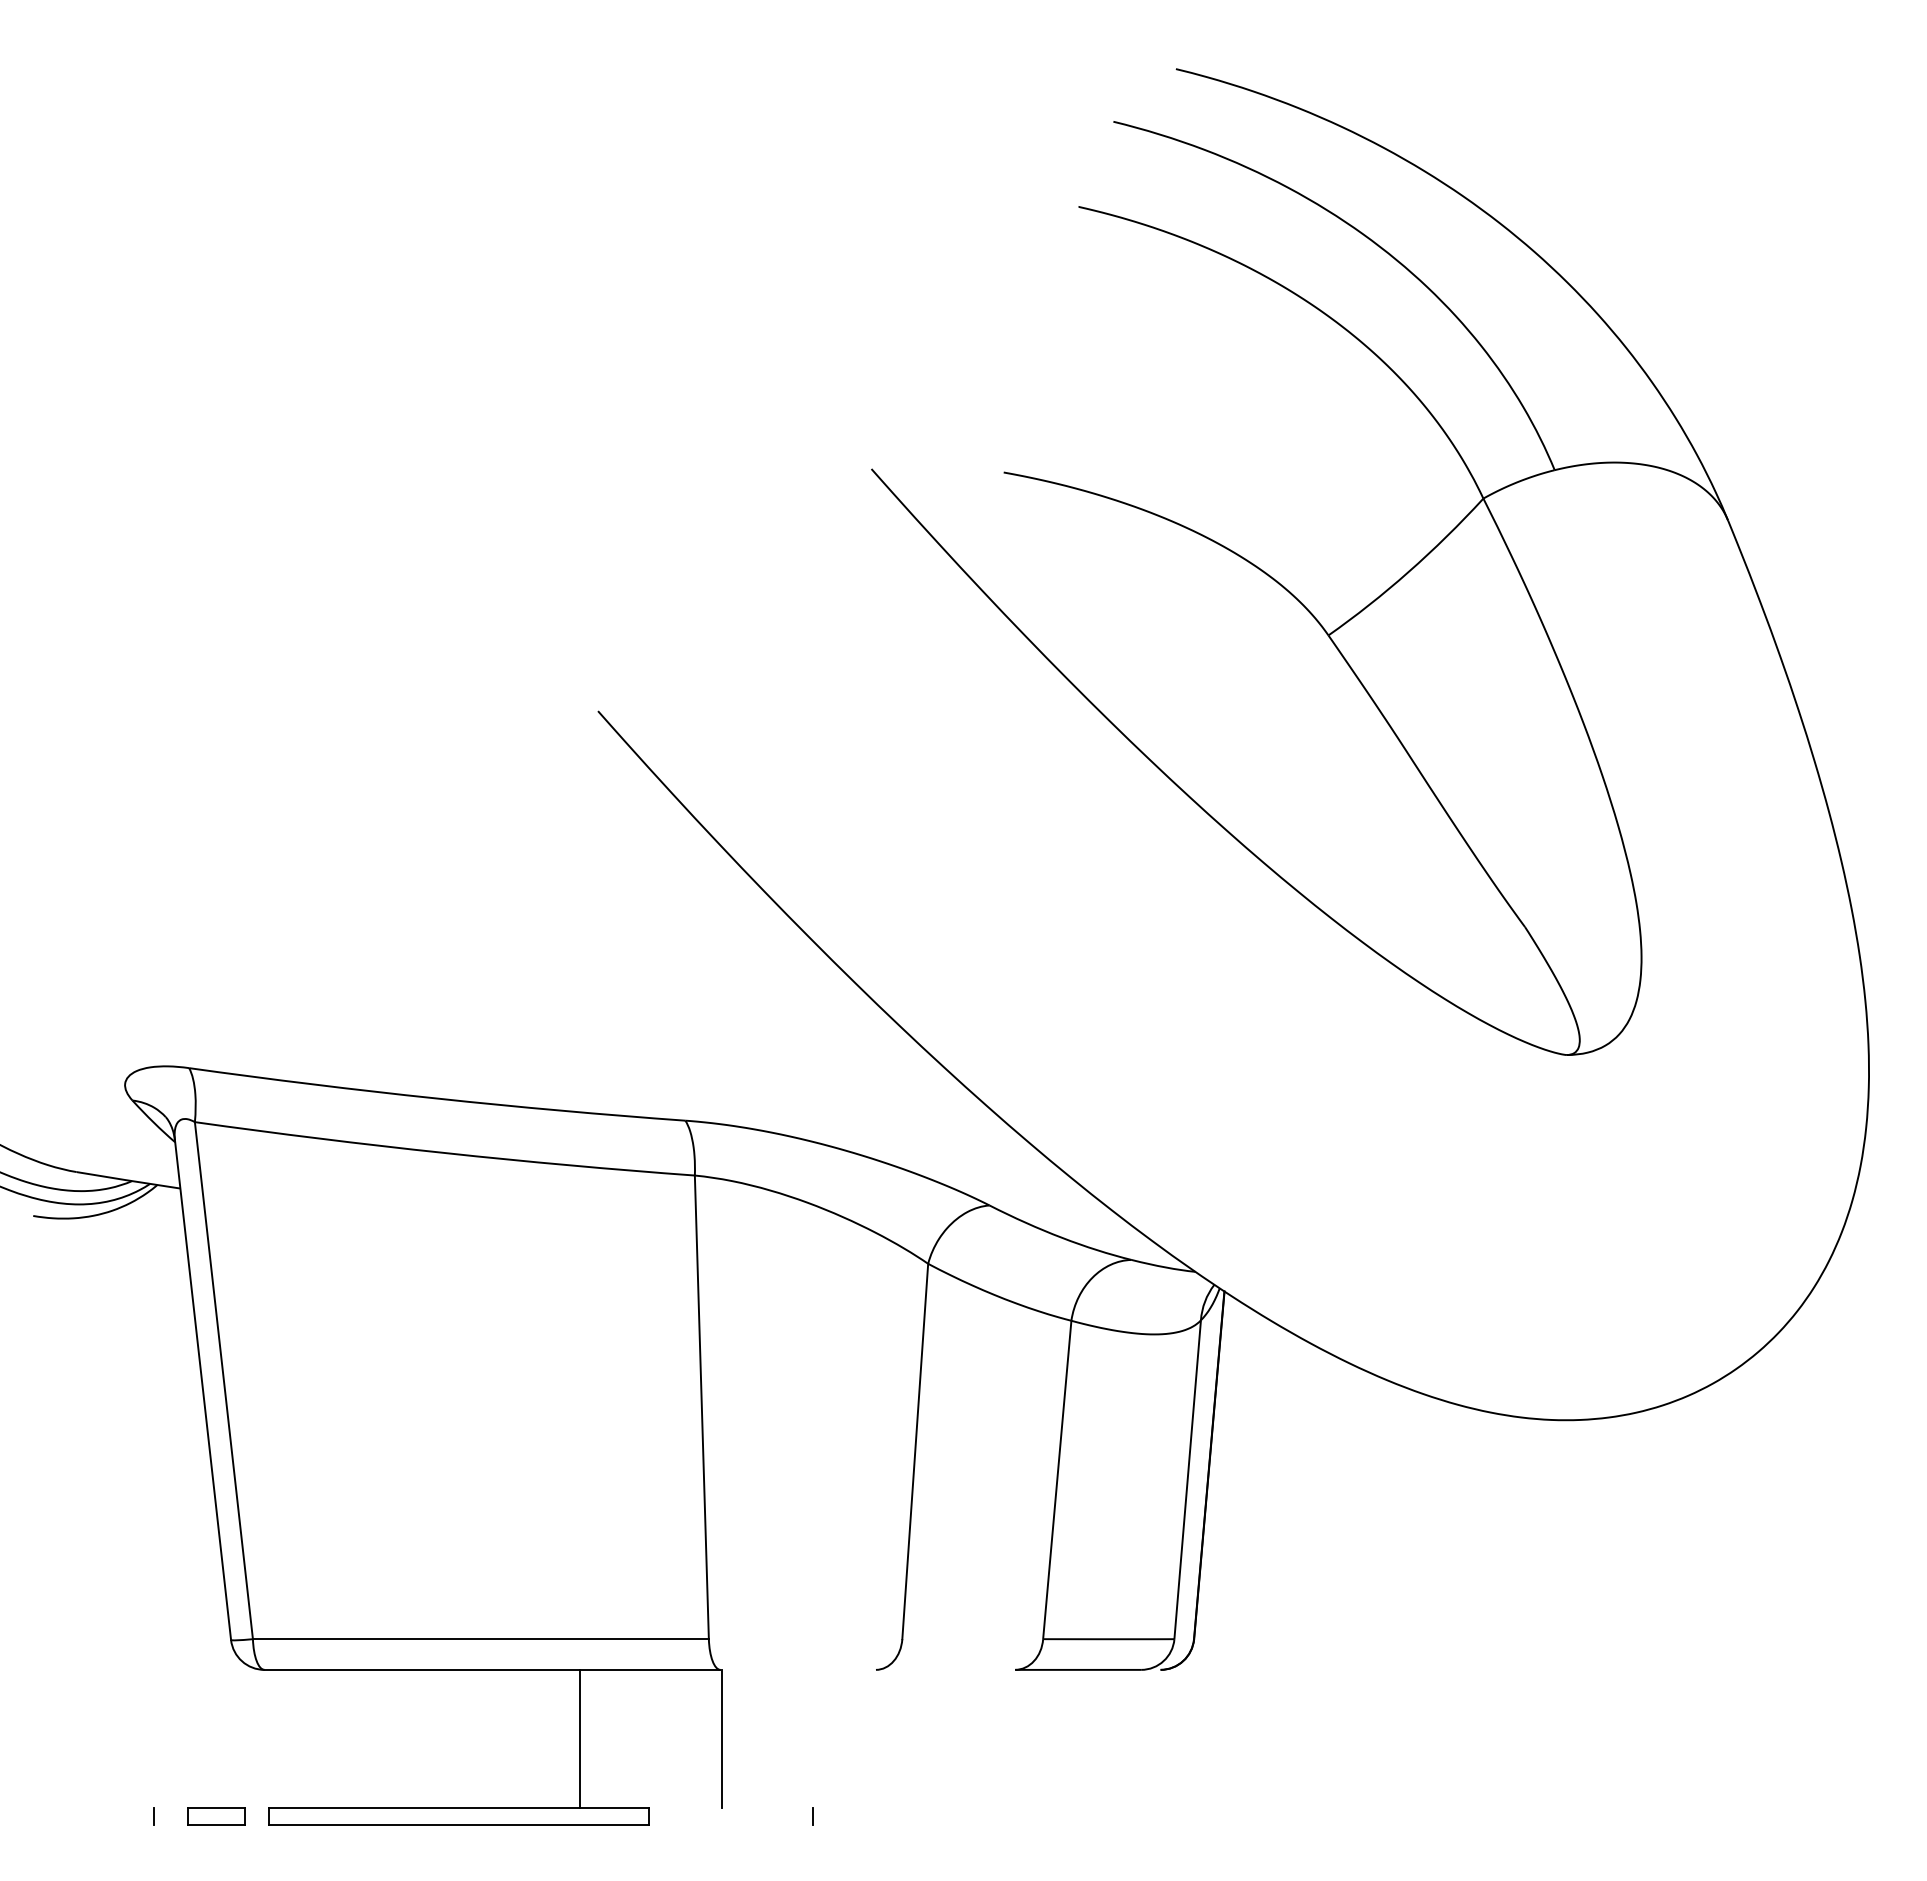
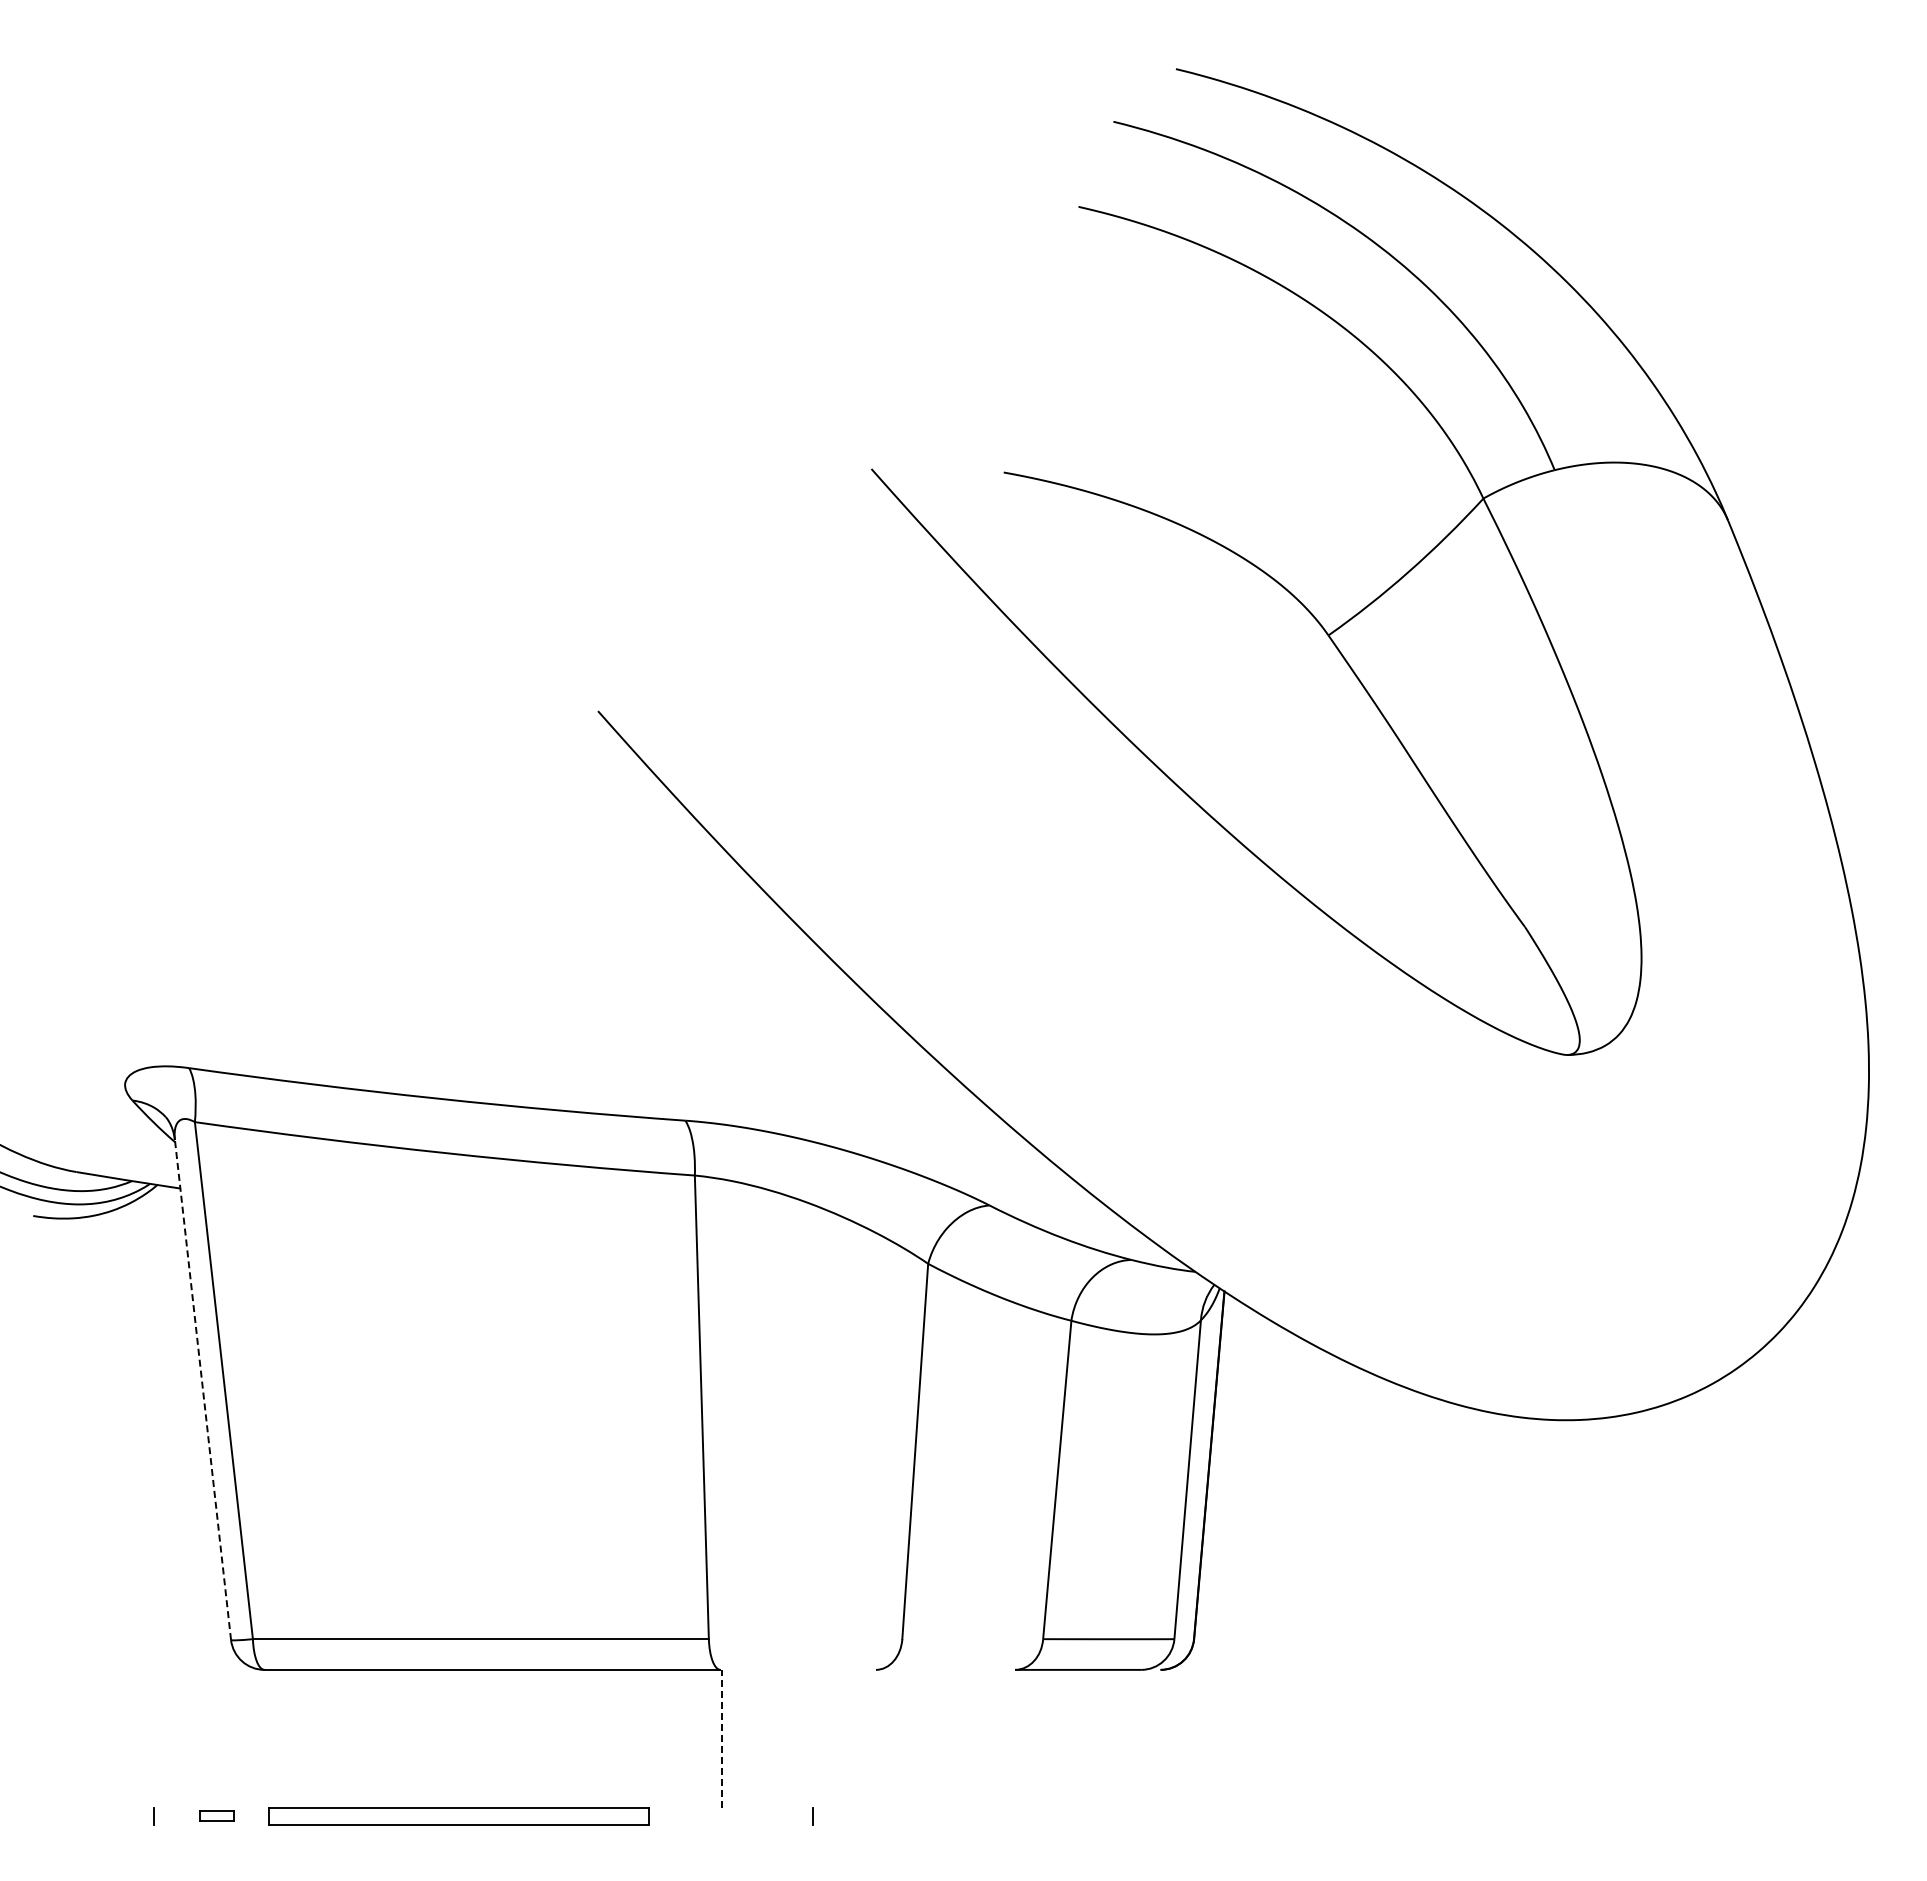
line at (203, 1389): solid -> dashed
line at (579, 1738): present -> none
line at (722, 1738): solid -> dashed
part at (216, 1816) size: 59x19 px -> 36x12 px
